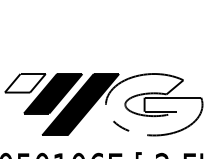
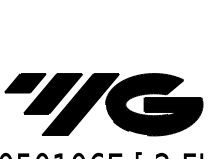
fill at (24, 83): none -> present
fill at (153, 104): none -> present
